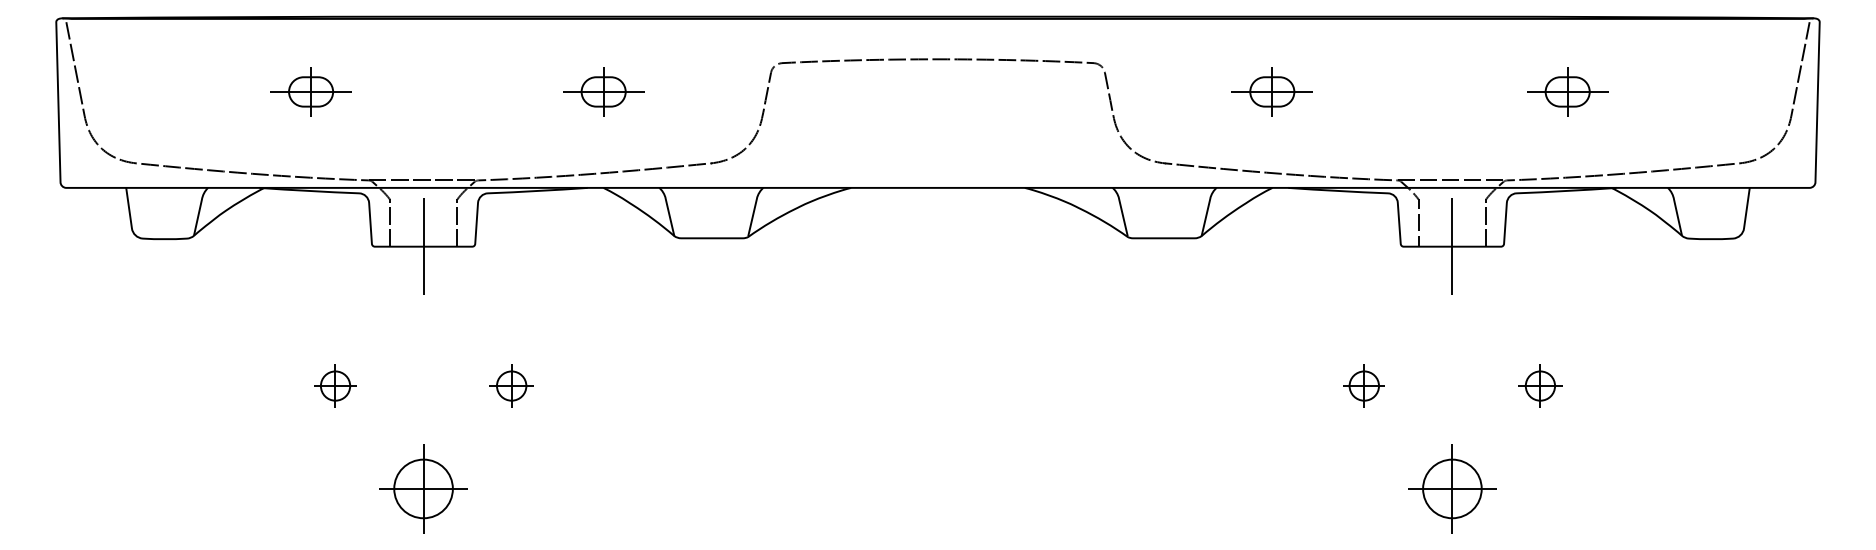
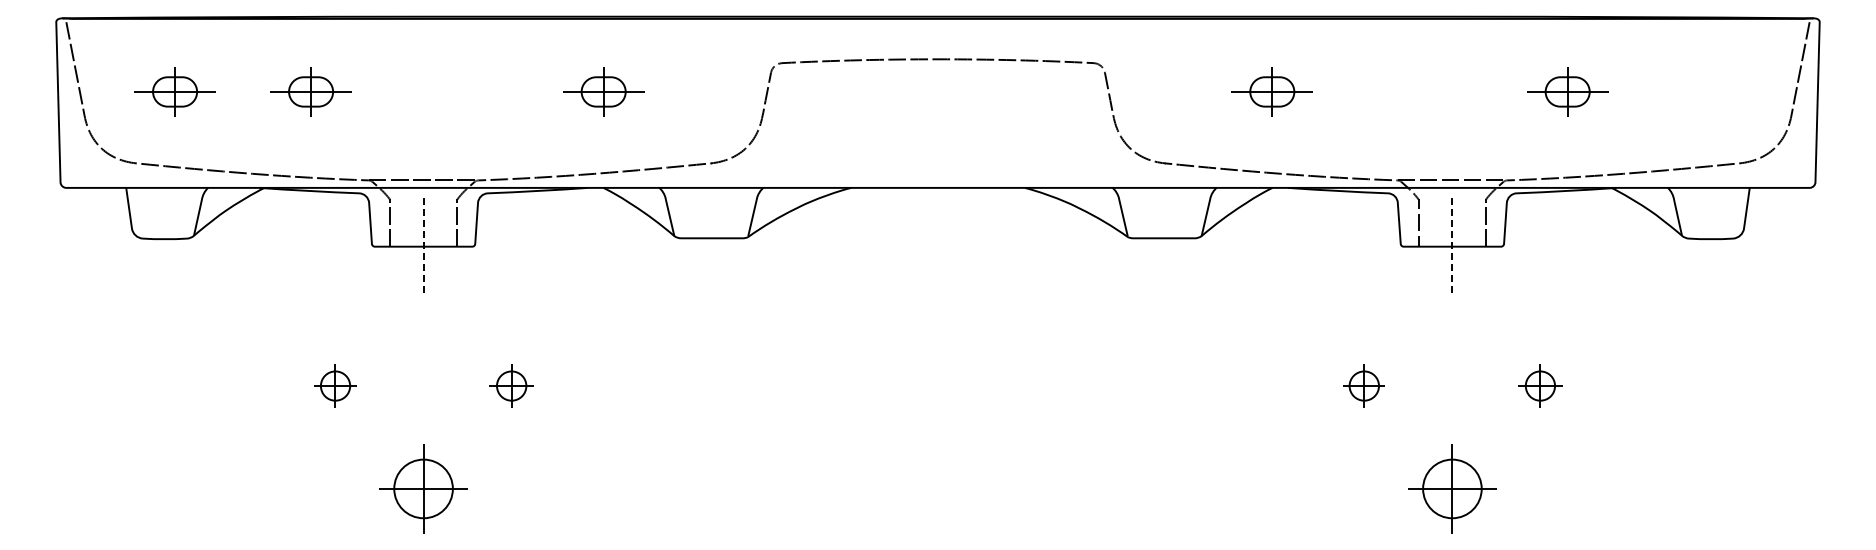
part at (174, 91): none -> present
line at (423, 246): solid -> dashed
line at (1452, 246): solid -> dashed
